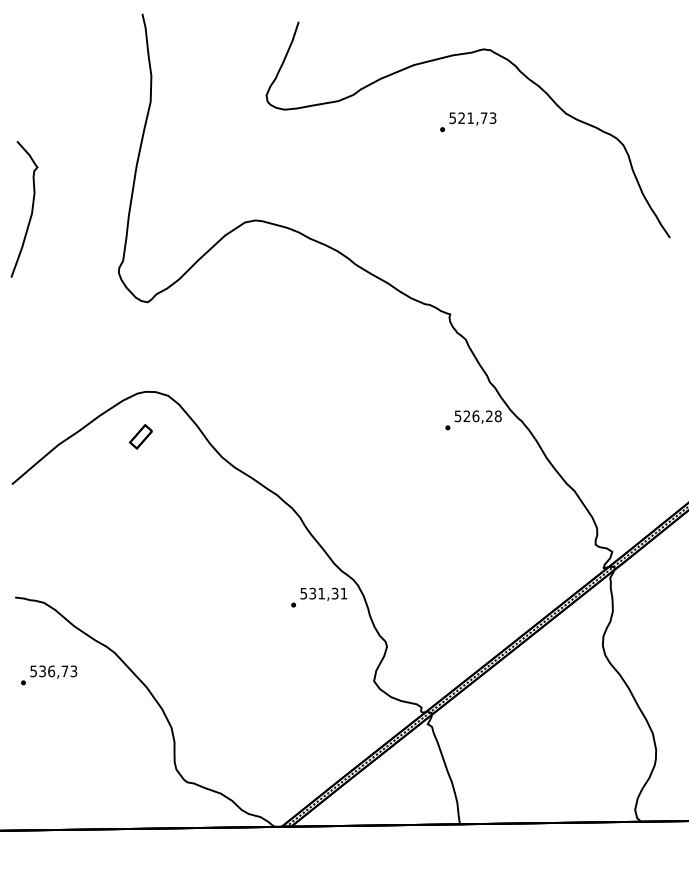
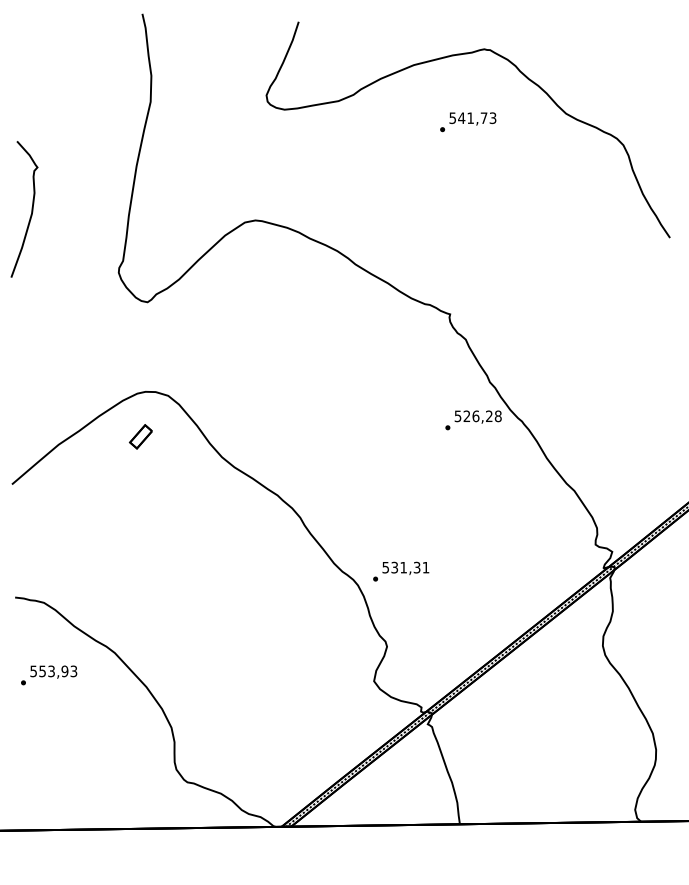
text at (461, 117): 521,73 -> 541,73
text at (319, 597) position: (319, 597) -> (401, 571)
text at (53, 671): 536,73 -> 553,93
